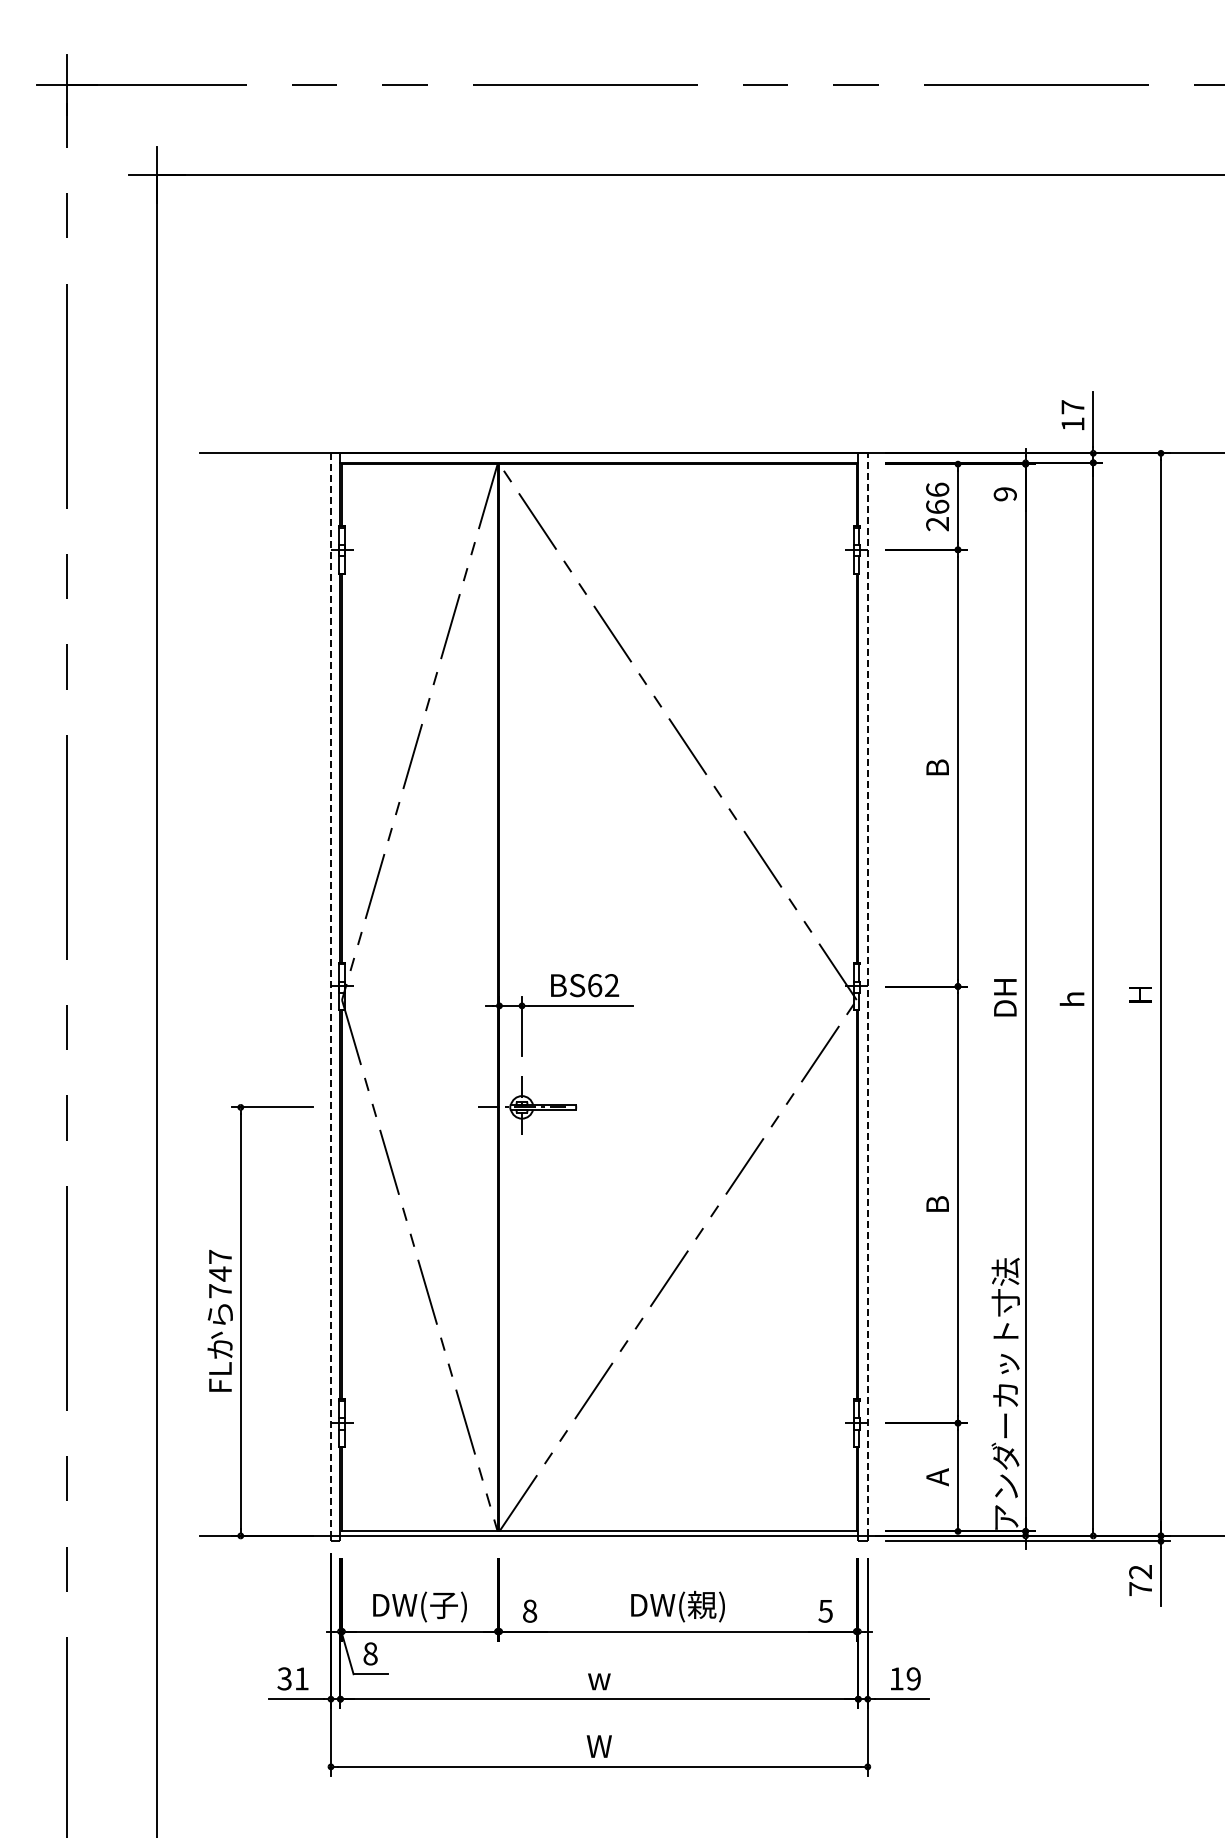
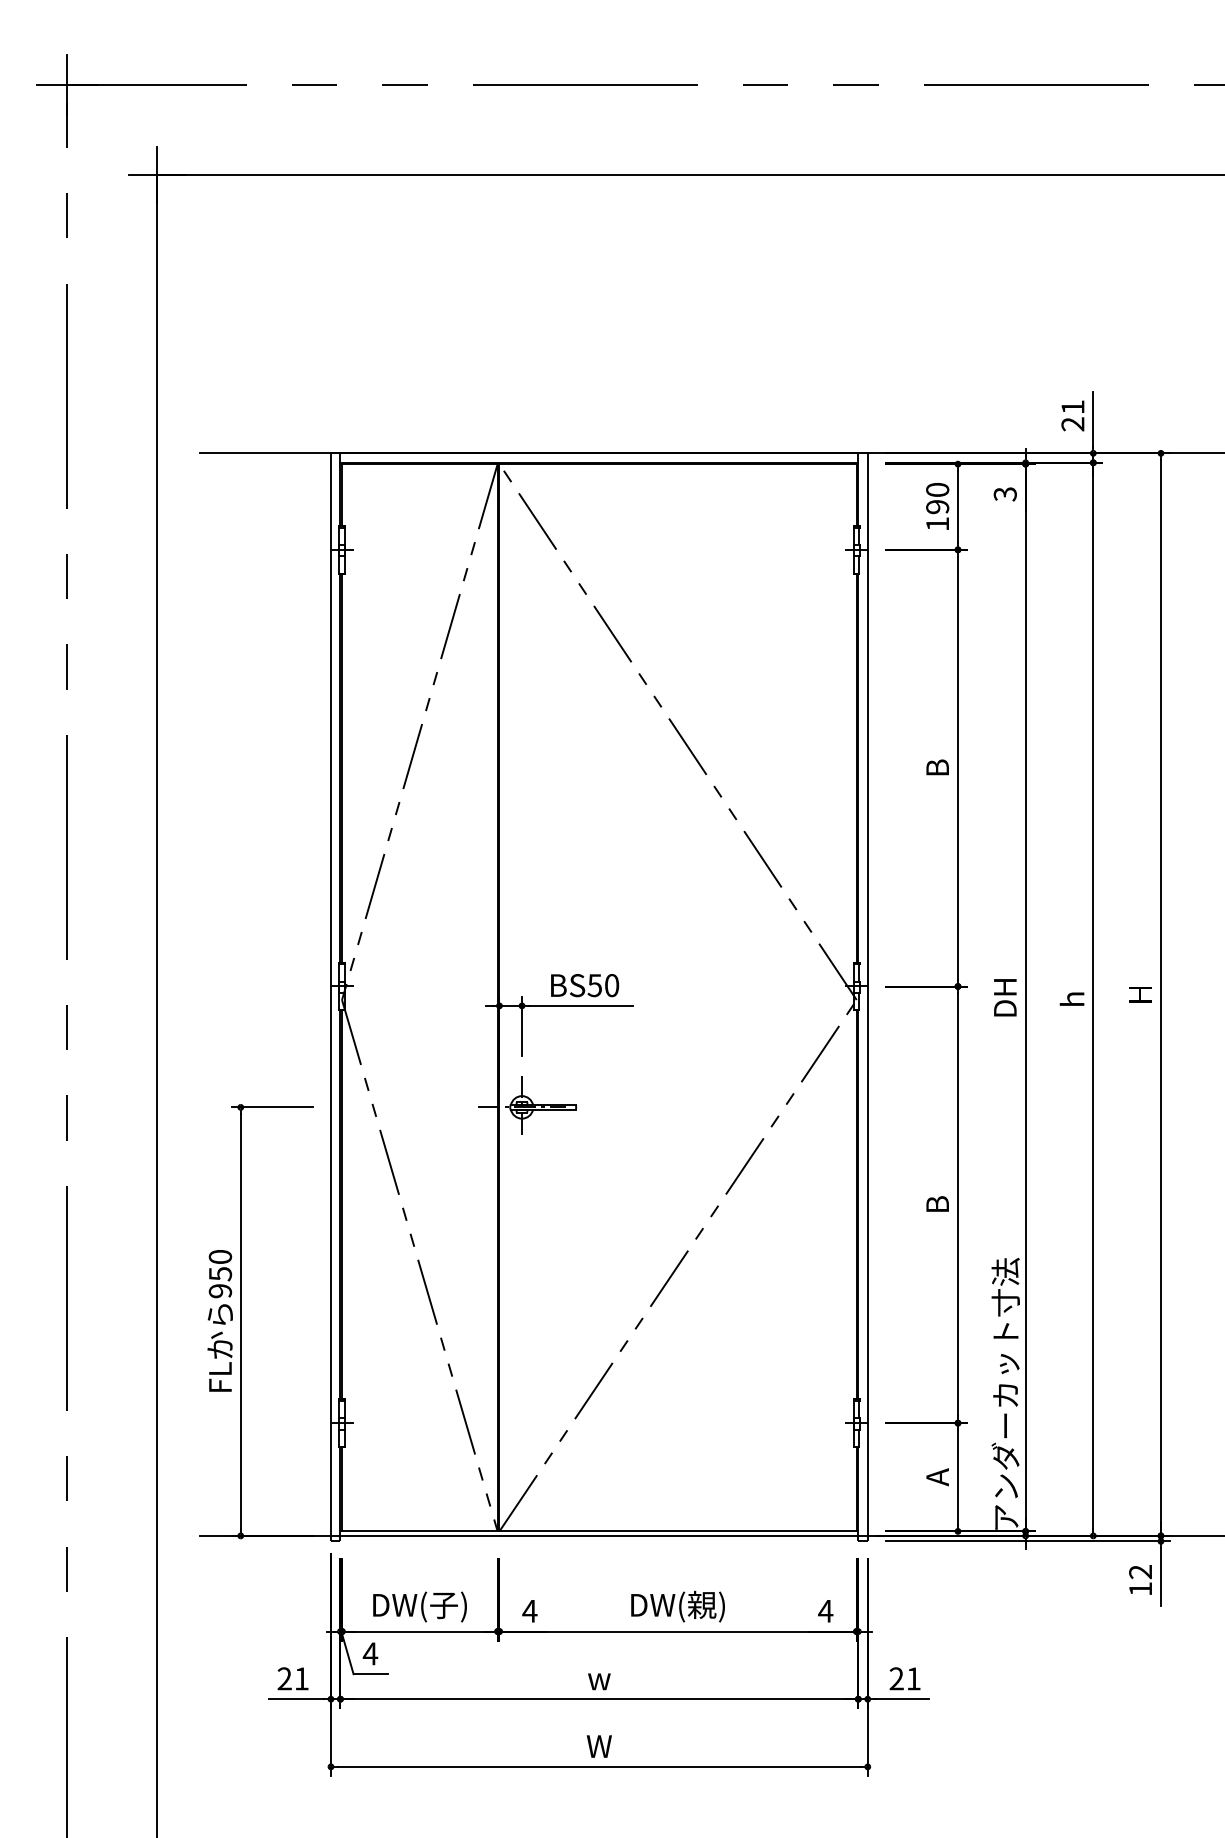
text at (1072, 415): 17 -> 21
text at (1005, 494): 9 -> 3
text at (937, 506): 266 -> 190
text at (603, 985): BS62 -> BS50
line at (867, 994): dashed -> solid
line at (330, 995): dashed -> solid
text at (220, 1273): 747 -> 950
text at (1140, 1589): 72 -> 12
text at (529, 1610): 8 -> 4
text at (825, 1611): 5 -> 4
text at (370, 1653): 8 -> 4
text at (284, 1678): 31 -> 21
text at (904, 1678): 19 -> 21
